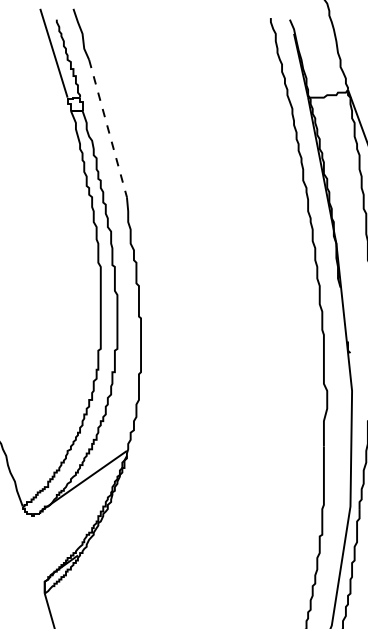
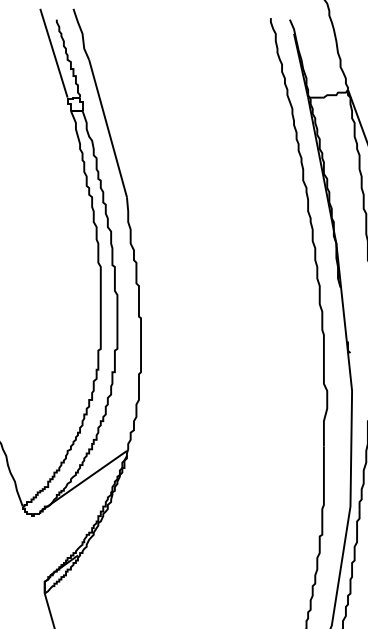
line at (108, 129): dashed -> solid
